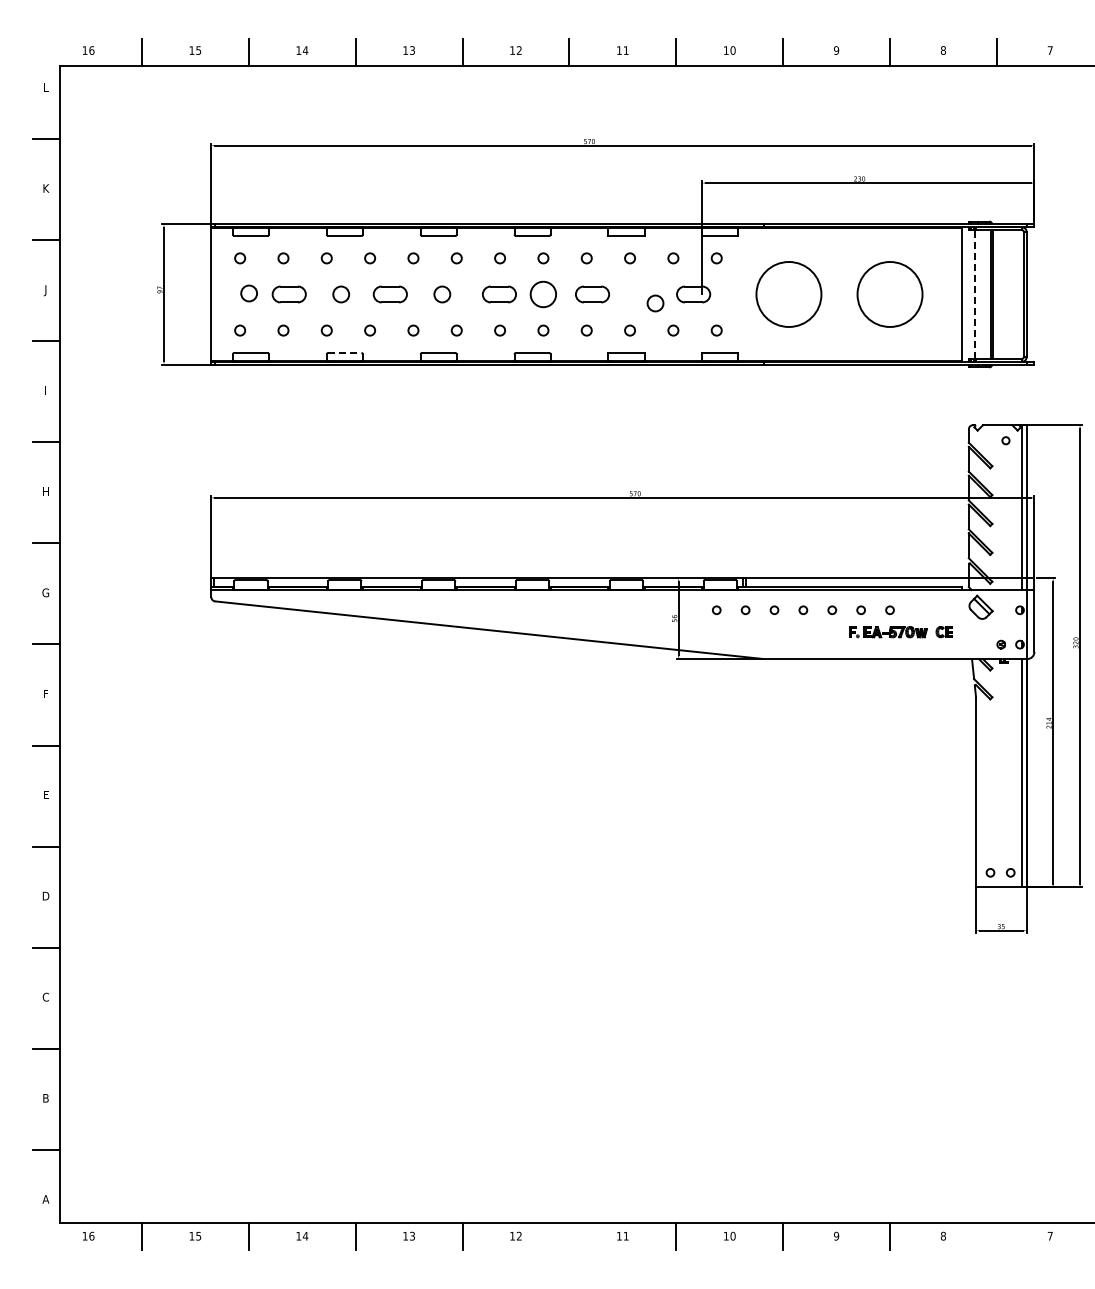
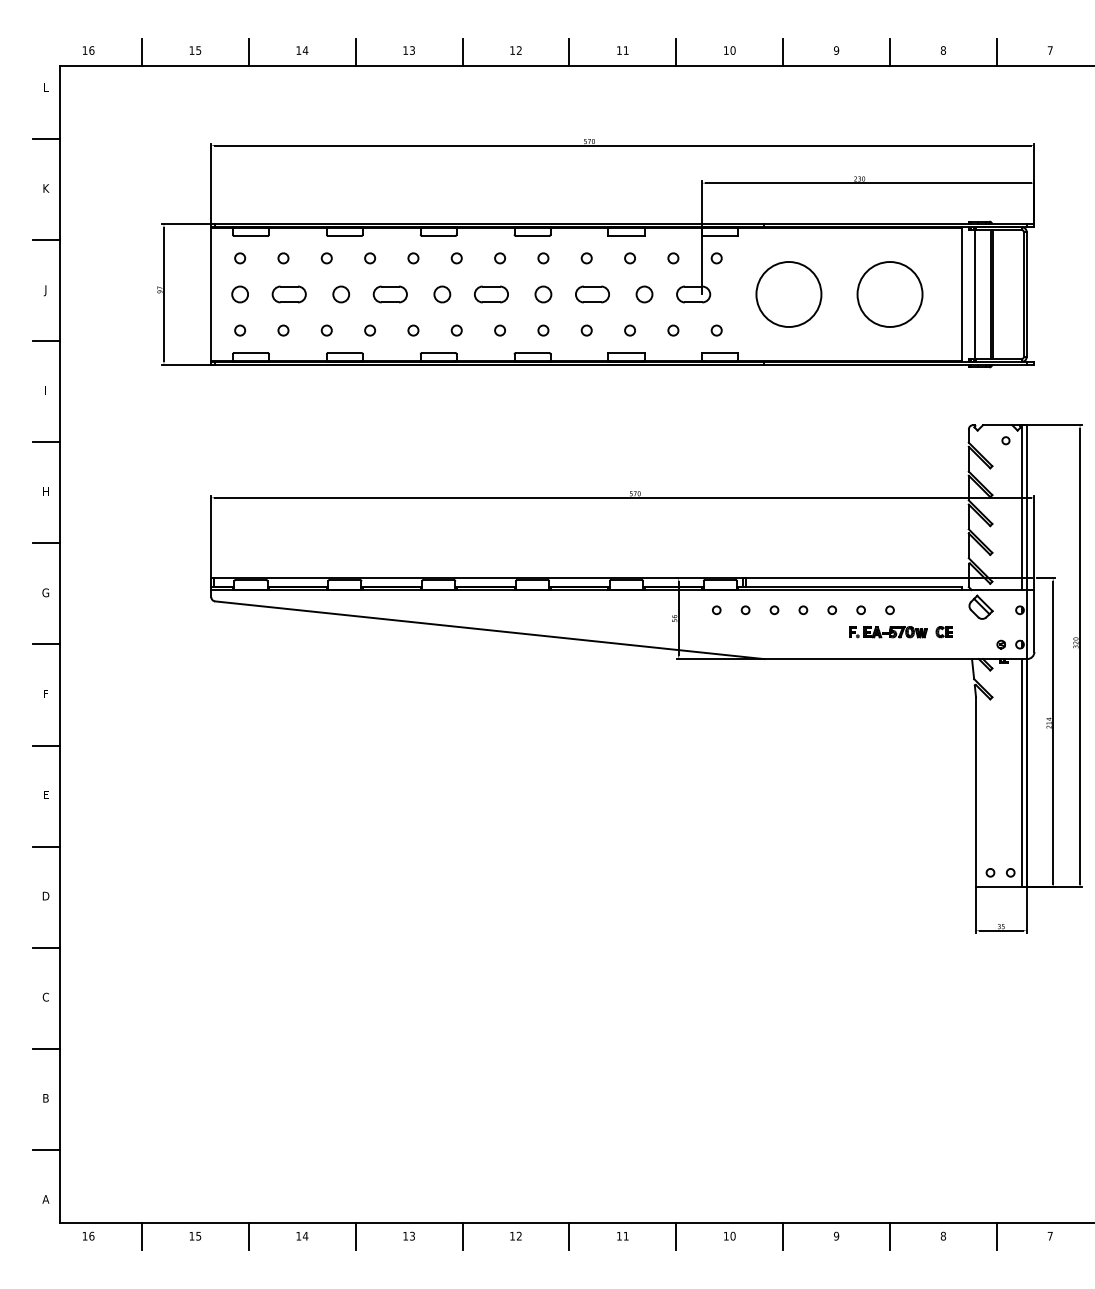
circle at (248, 293) position: (248, 293) -> (239, 294)
part at (499, 294) position: (499, 294) -> (491, 294)
circle at (542, 294) size: 28x29 px -> 19x19 px
line at (975, 294): dashed -> solid
circle at (655, 303) position: (655, 303) -> (644, 294)
line at (344, 352): dashed -> solid
line at (569, 1236): none -> present
line at (996, 1236): none -> present
